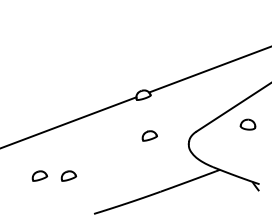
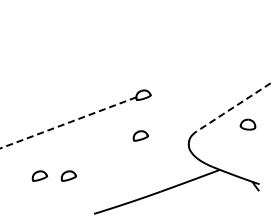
line at (208, 69): present -> none
line at (234, 107): solid -> dashed
line at (68, 122): solid -> dashed
part at (149, 135) position: (149, 135) -> (140, 135)
